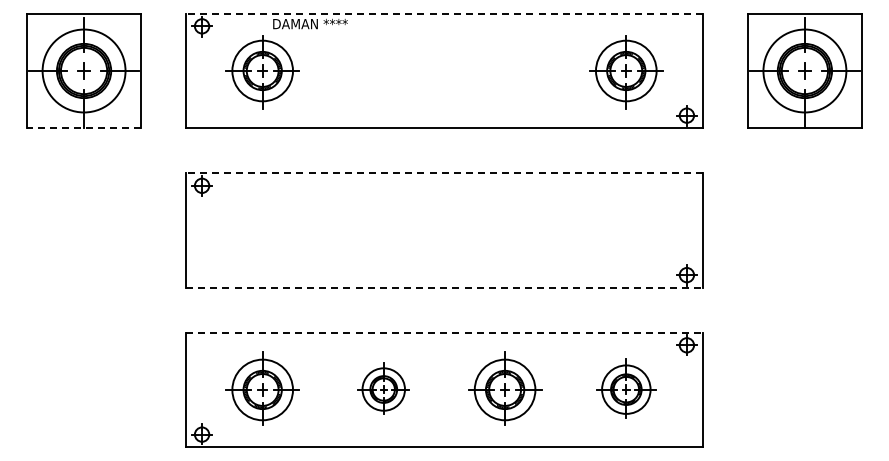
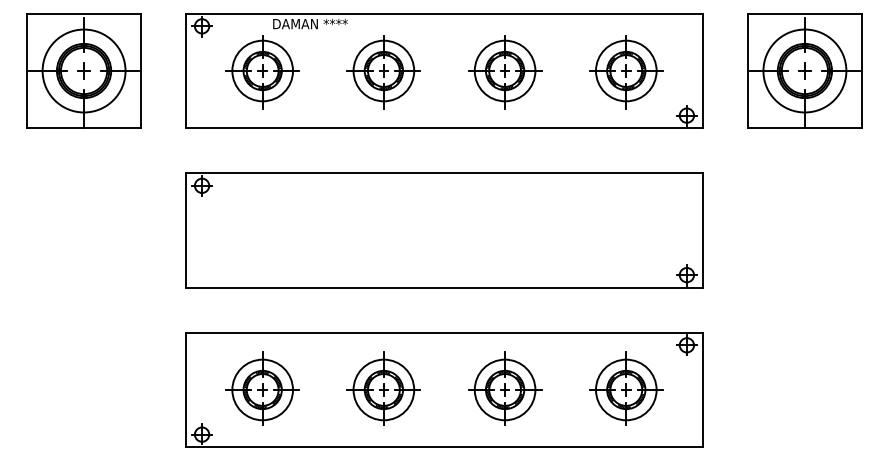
line at (444, 13): dashed -> solid
part at (383, 72): none -> present
part at (505, 72): none -> present
line at (83, 128): dashed -> solid
line at (444, 173): dashed -> solid
line at (444, 287): dashed -> solid
line at (444, 332): dashed -> solid
part at (383, 388) size: 53x53 px -> 75x75 px
part at (626, 388) size: 61x61 px -> 75x75 px
